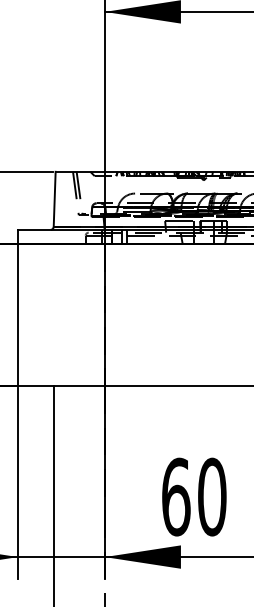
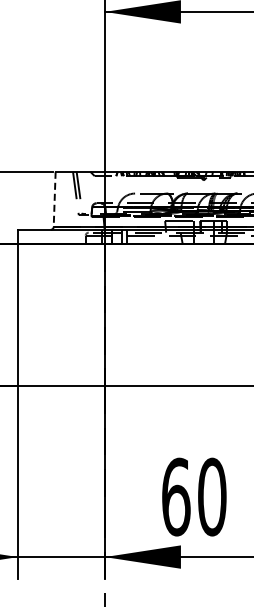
line at (54, 199): solid -> dashed
line at (54, 494): present -> none
